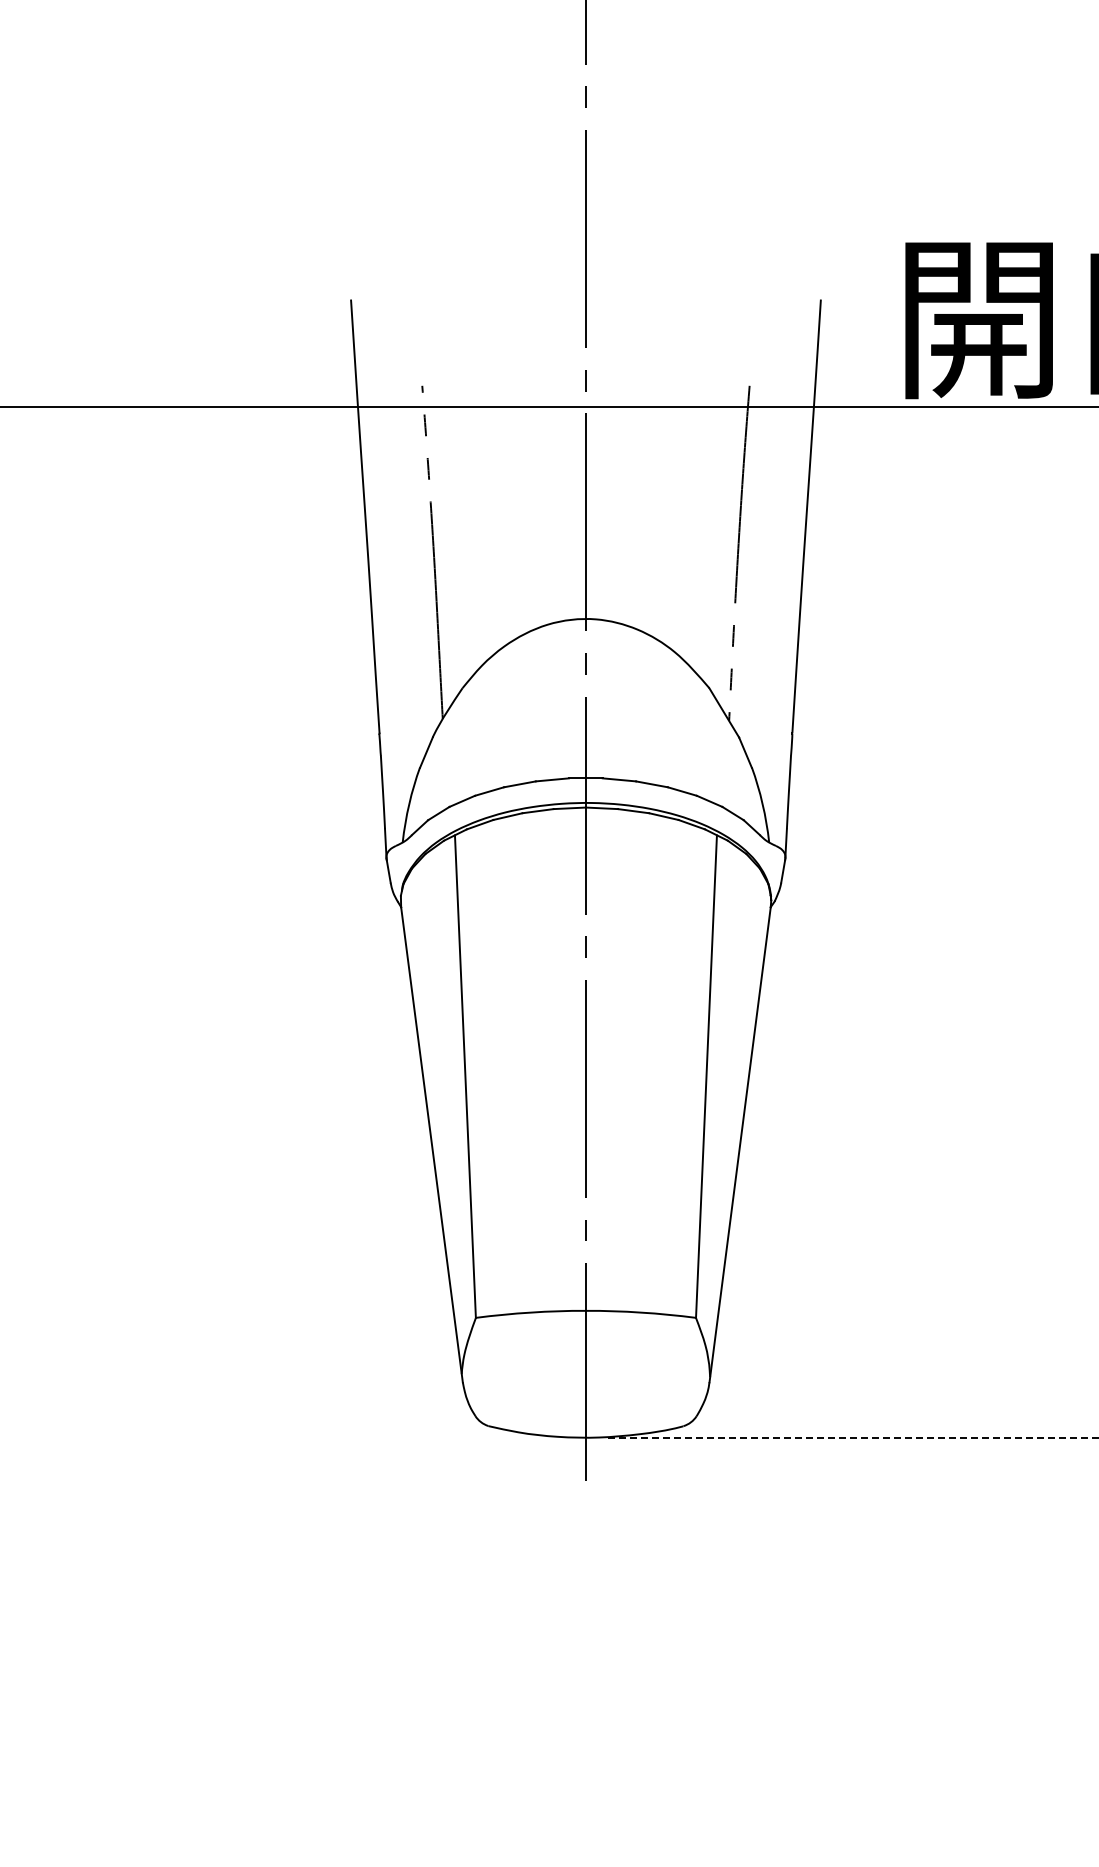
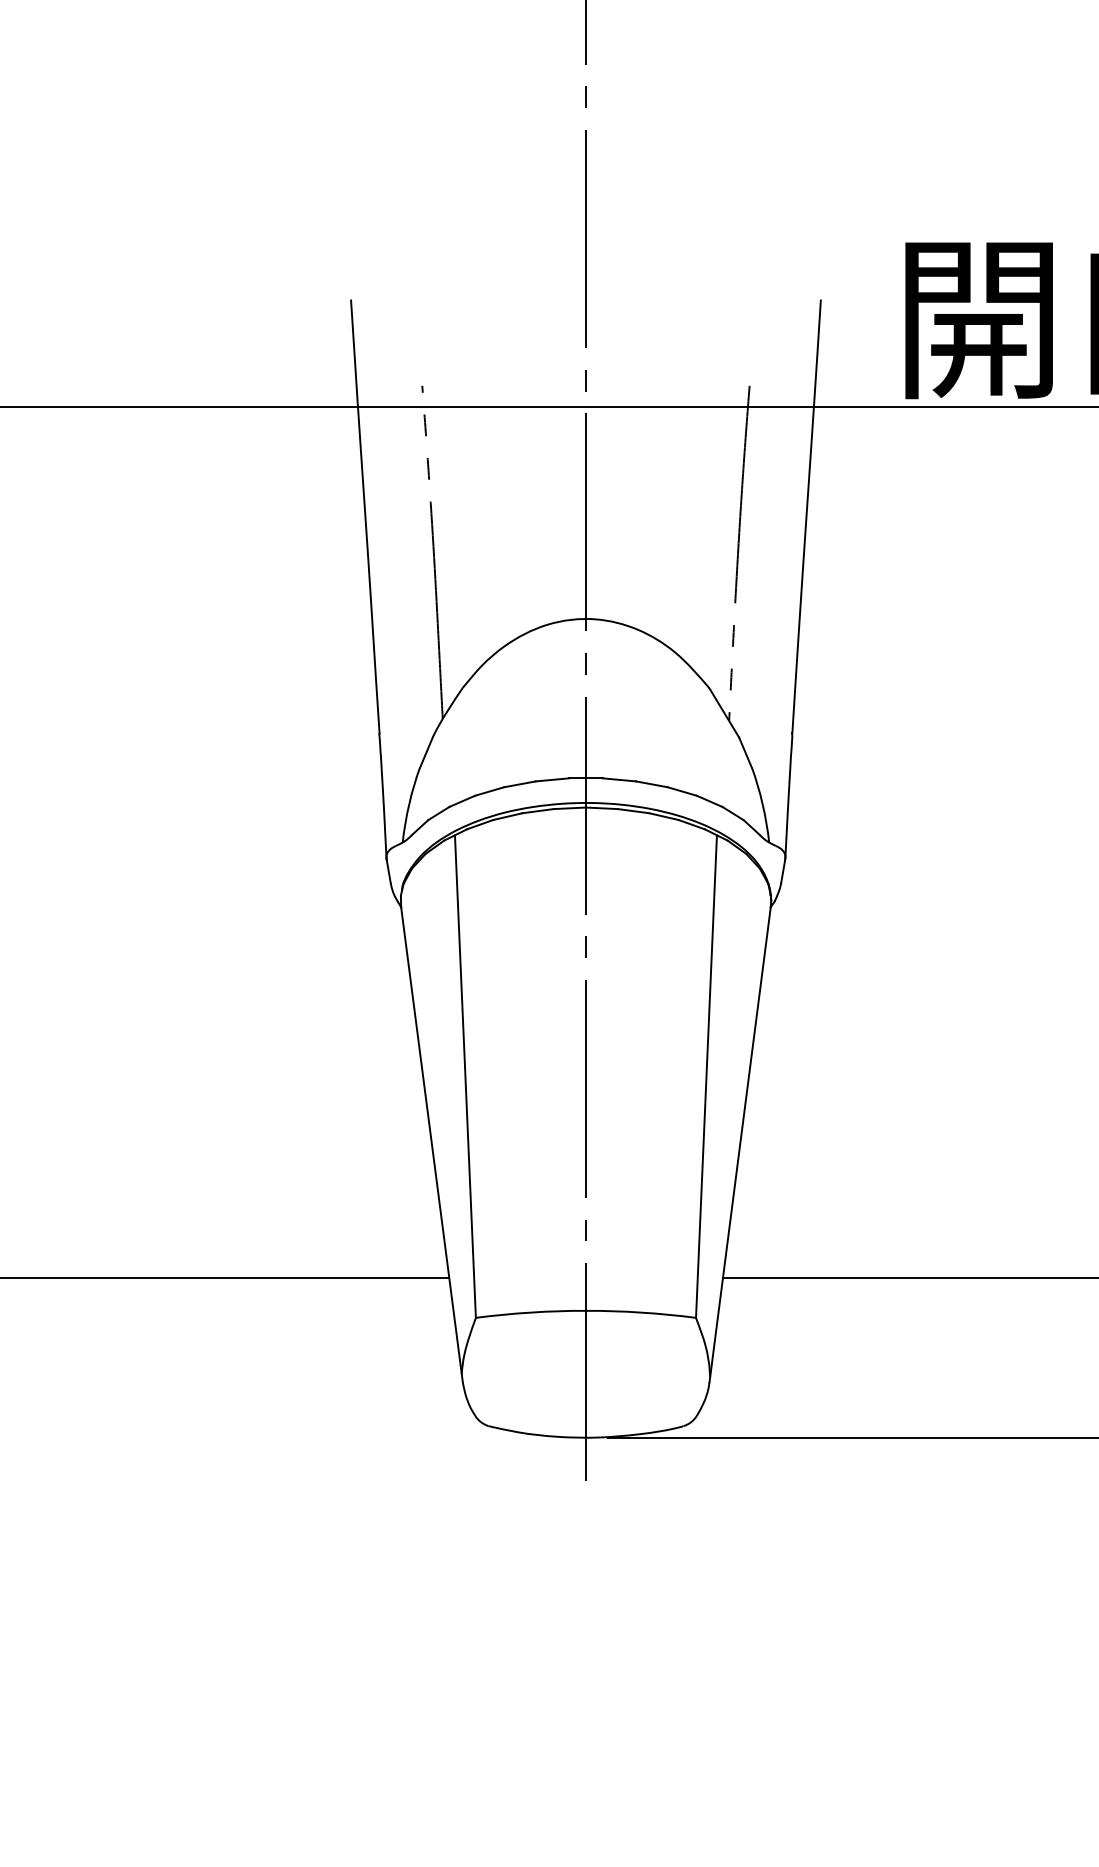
line at (225, 1278): none -> present
line at (908, 1278): none -> present
line at (853, 1437): dashed -> solid
